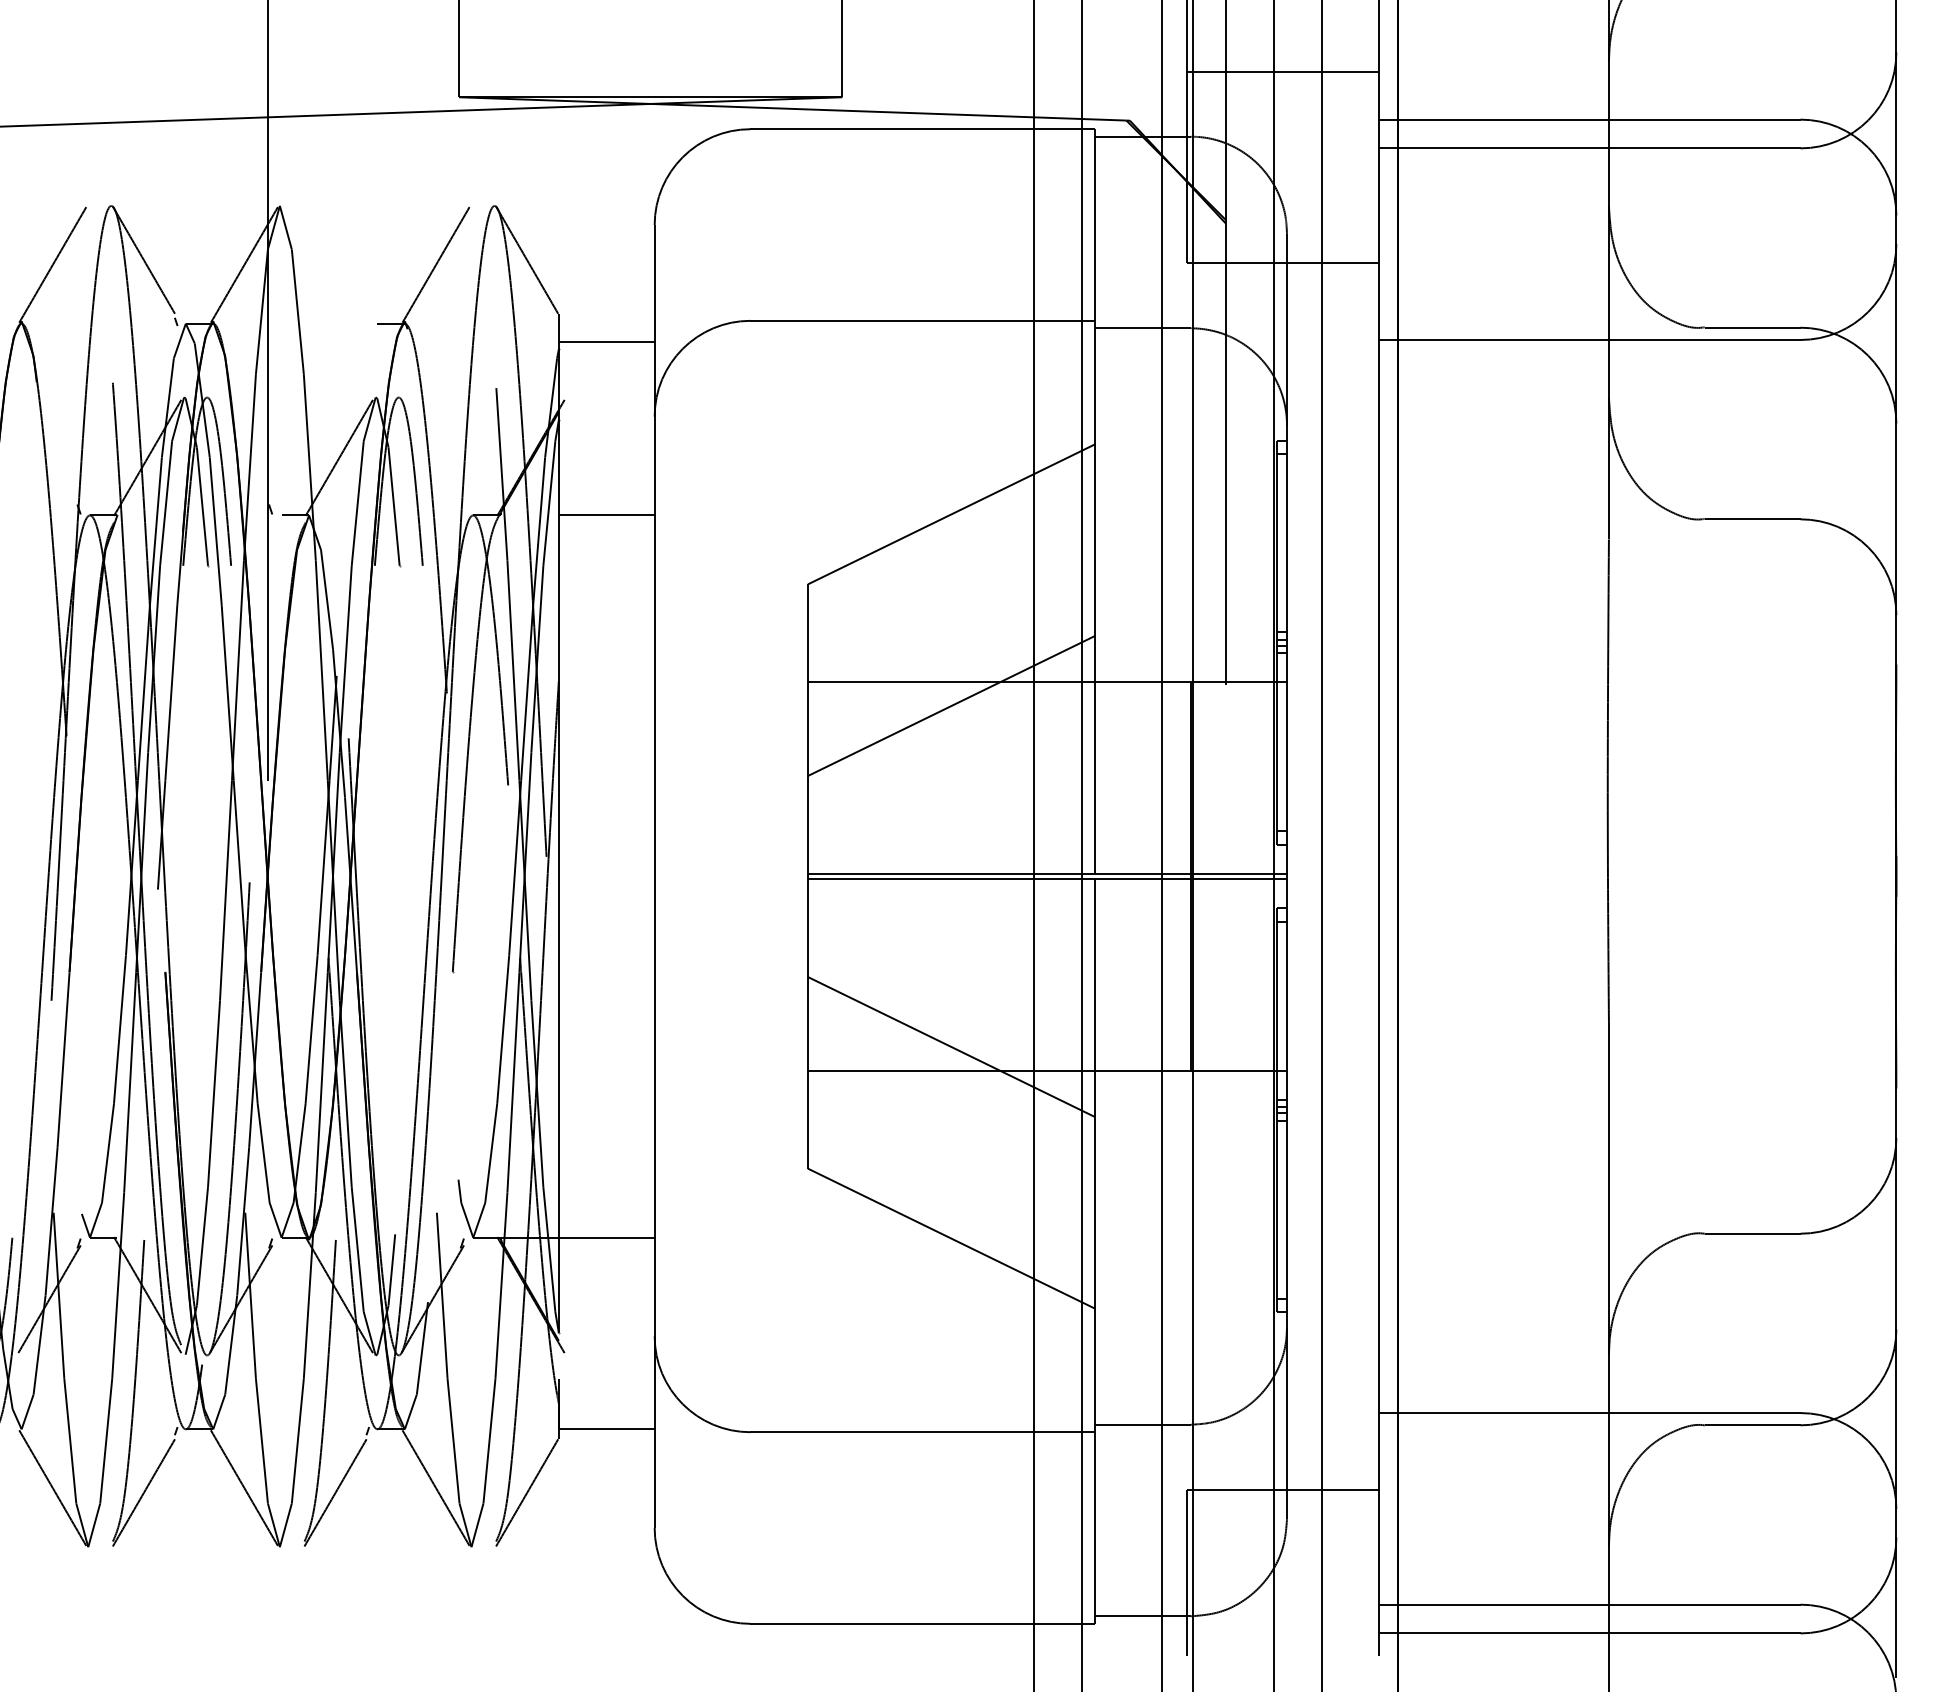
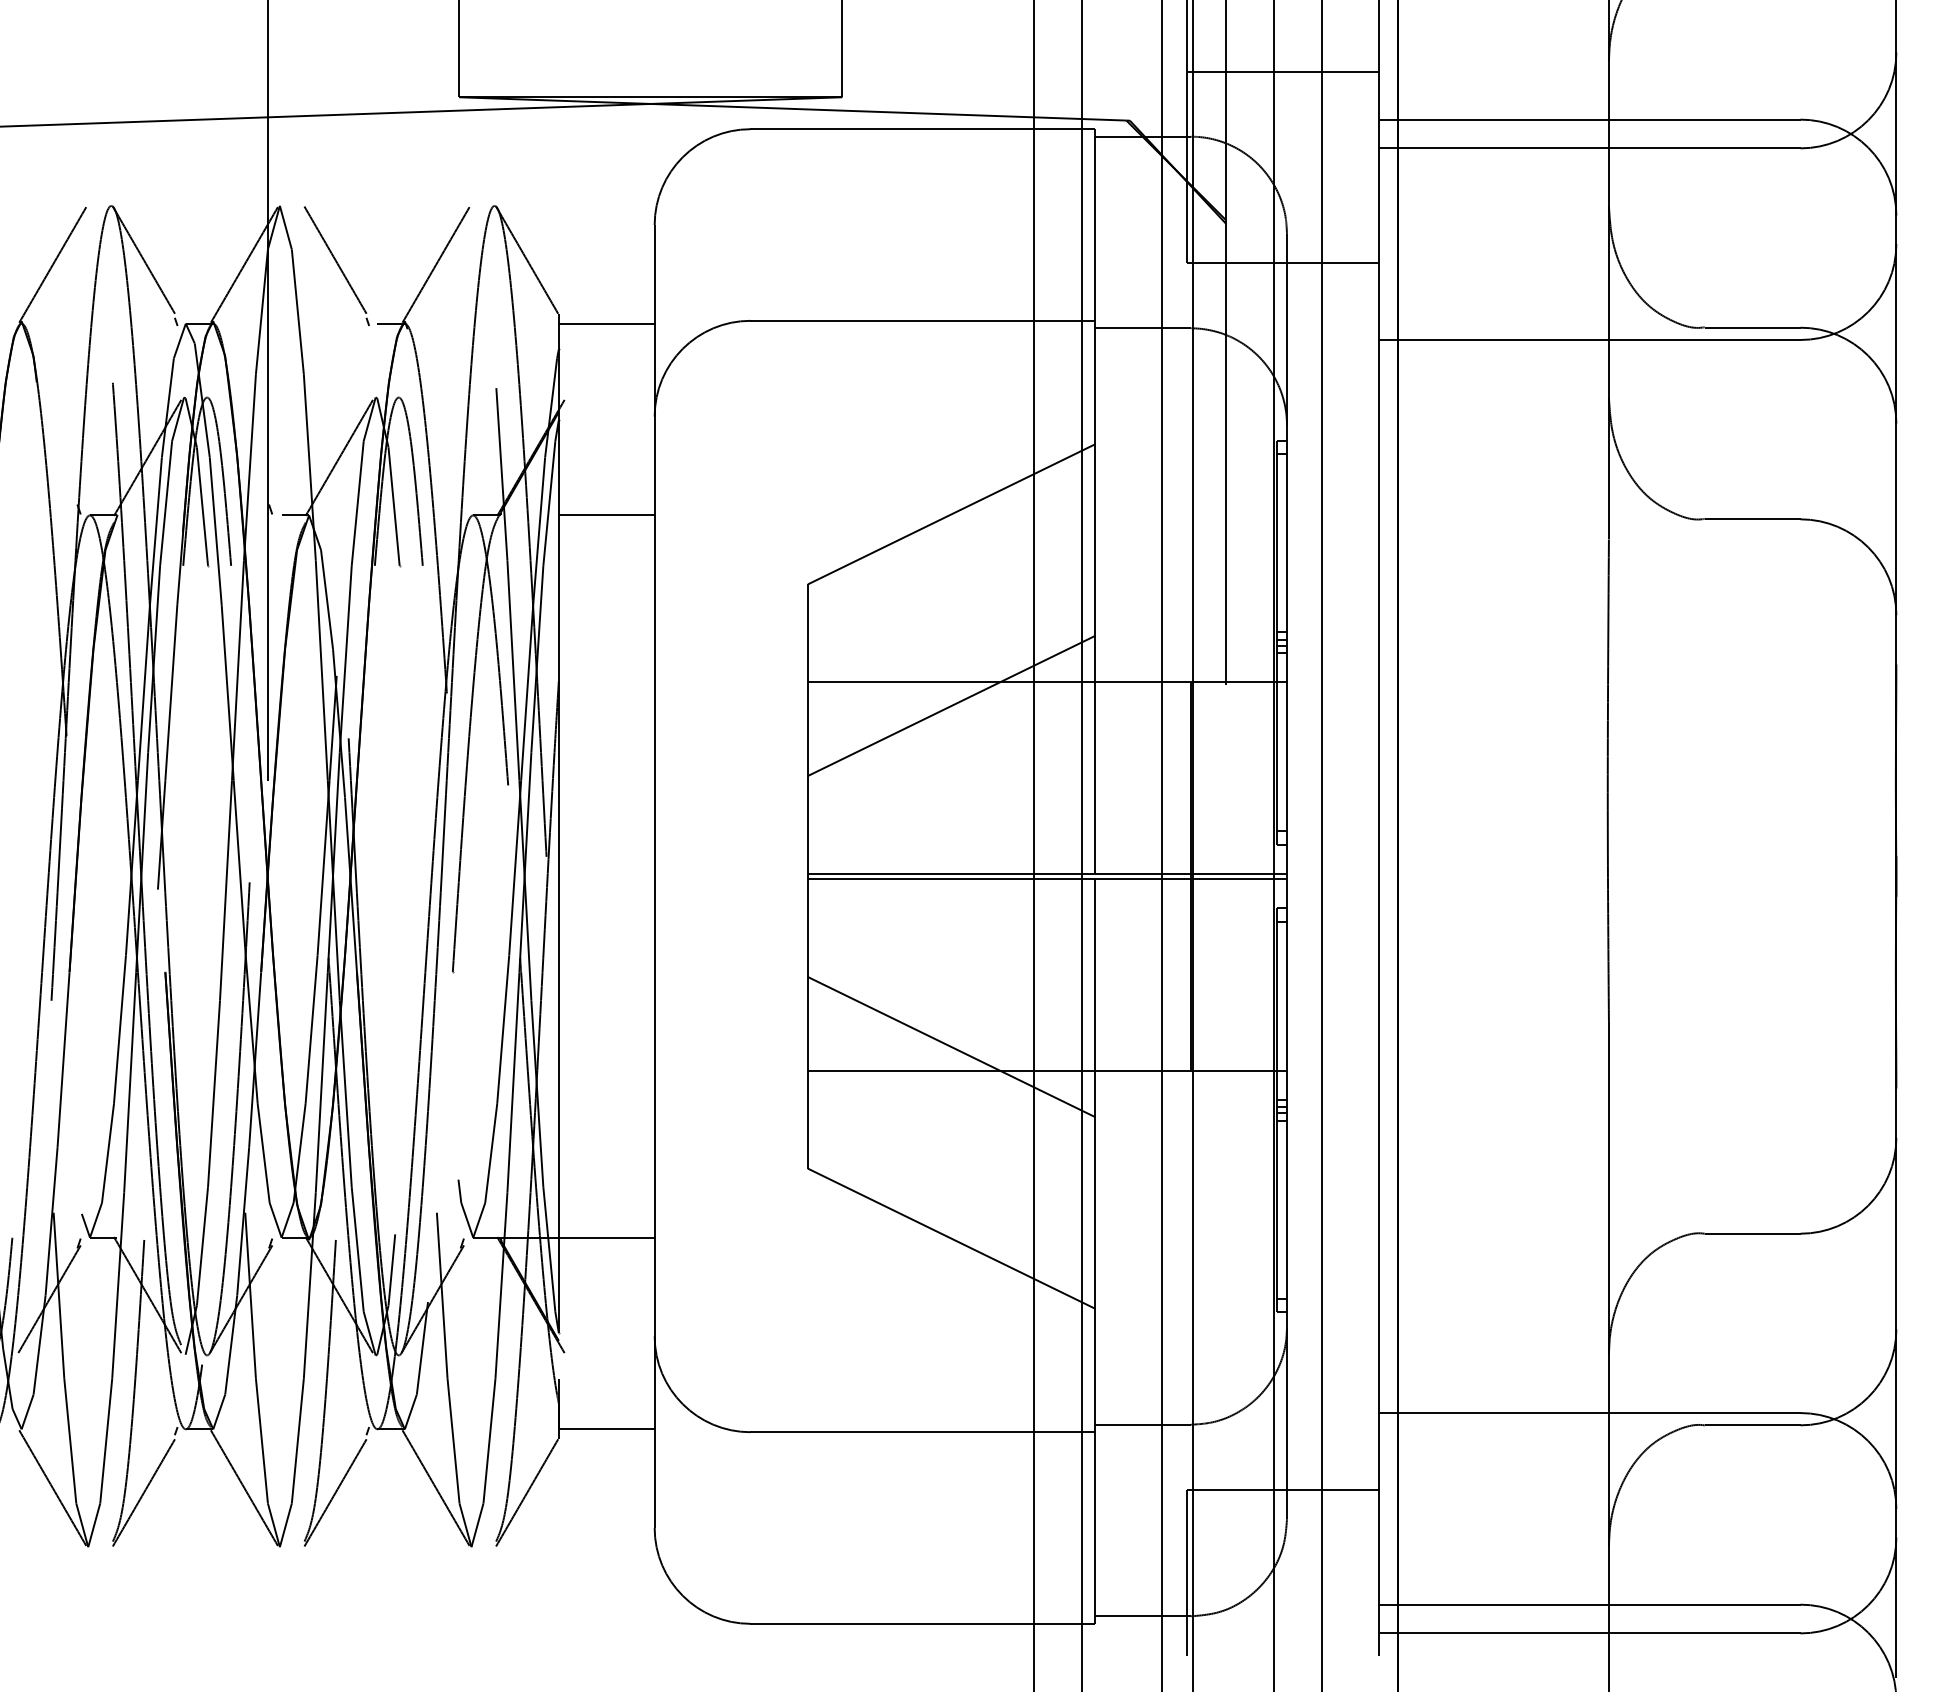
part at (336, 266): none -> present
line at (606, 341) position: (606, 341) -> (606, 323)
